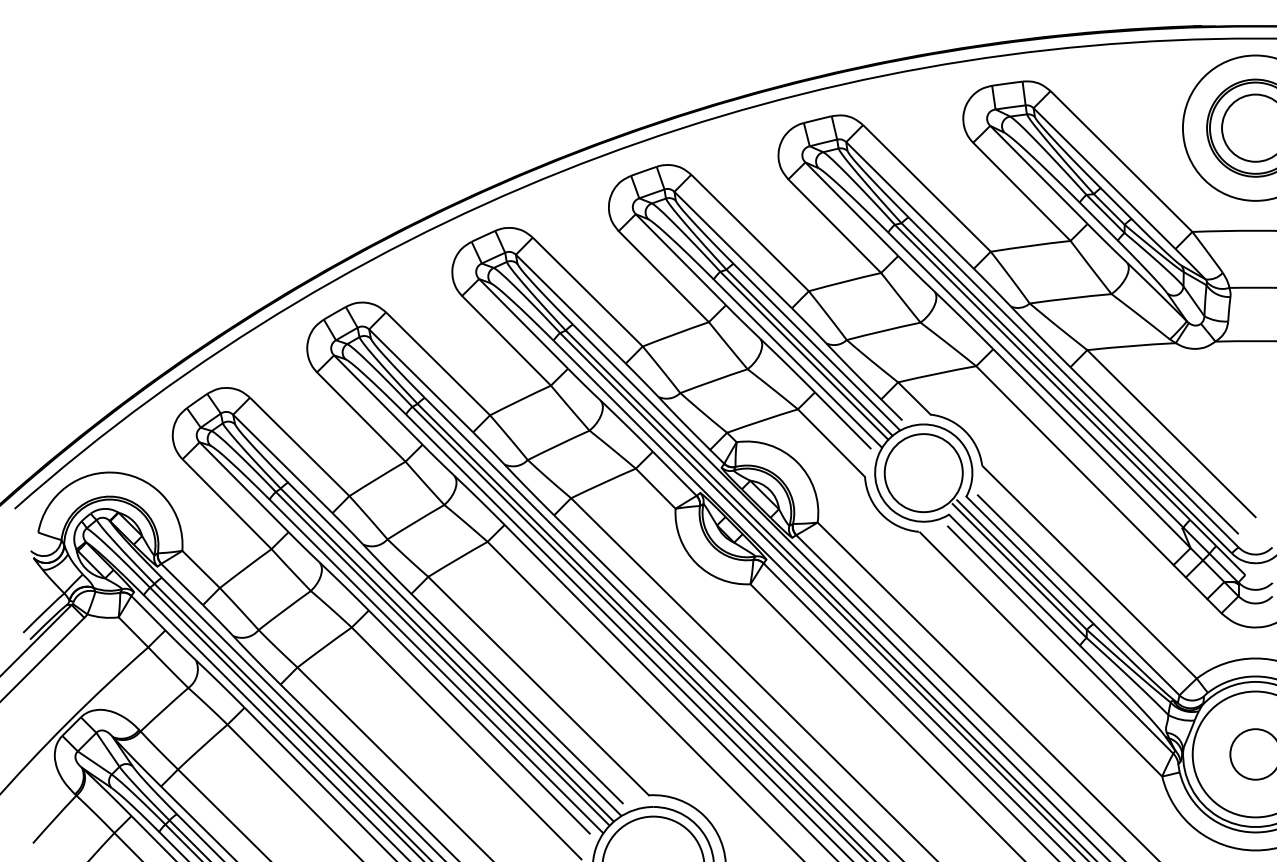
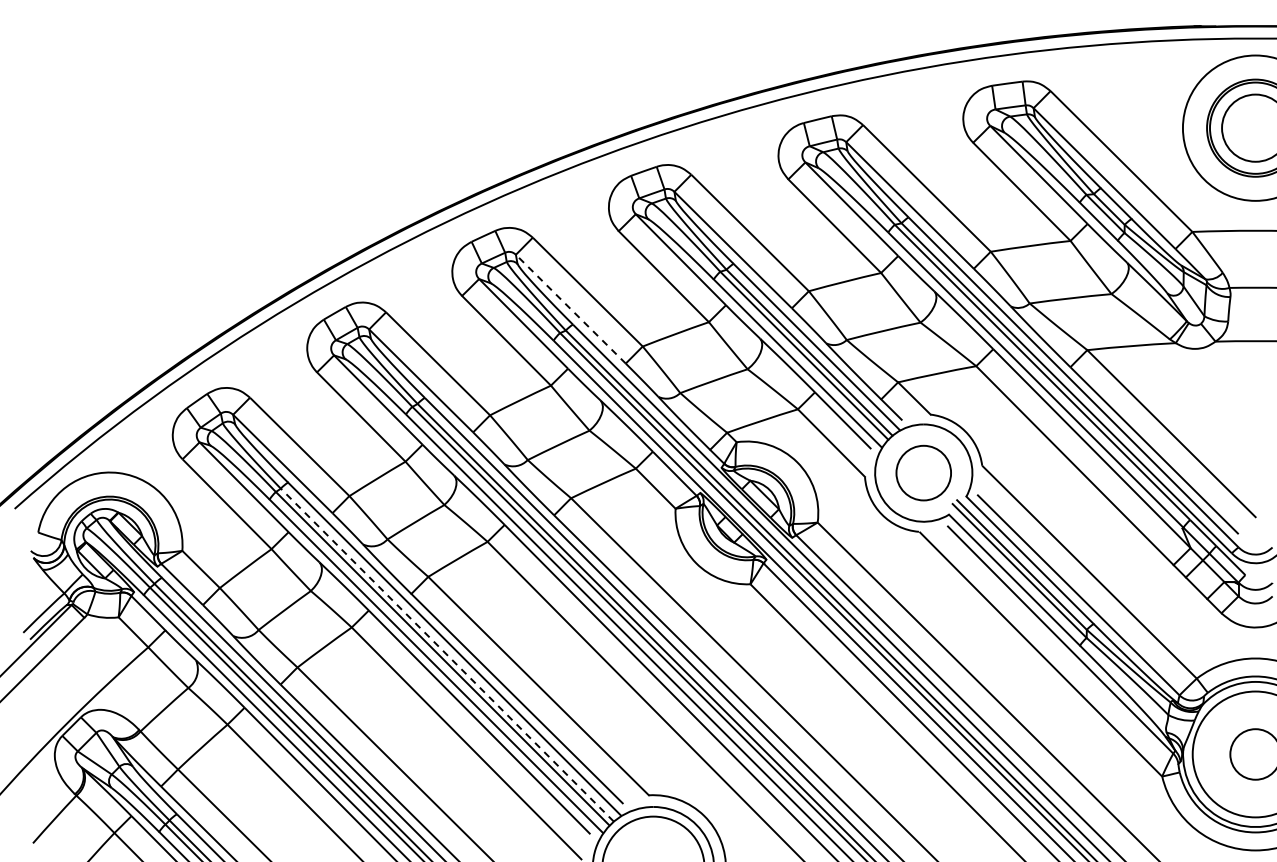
line at (571, 309): solid -> dashed
circle at (923, 473) diameter: 78 px -> 55 px
line at (446, 654): solid -> dashed
